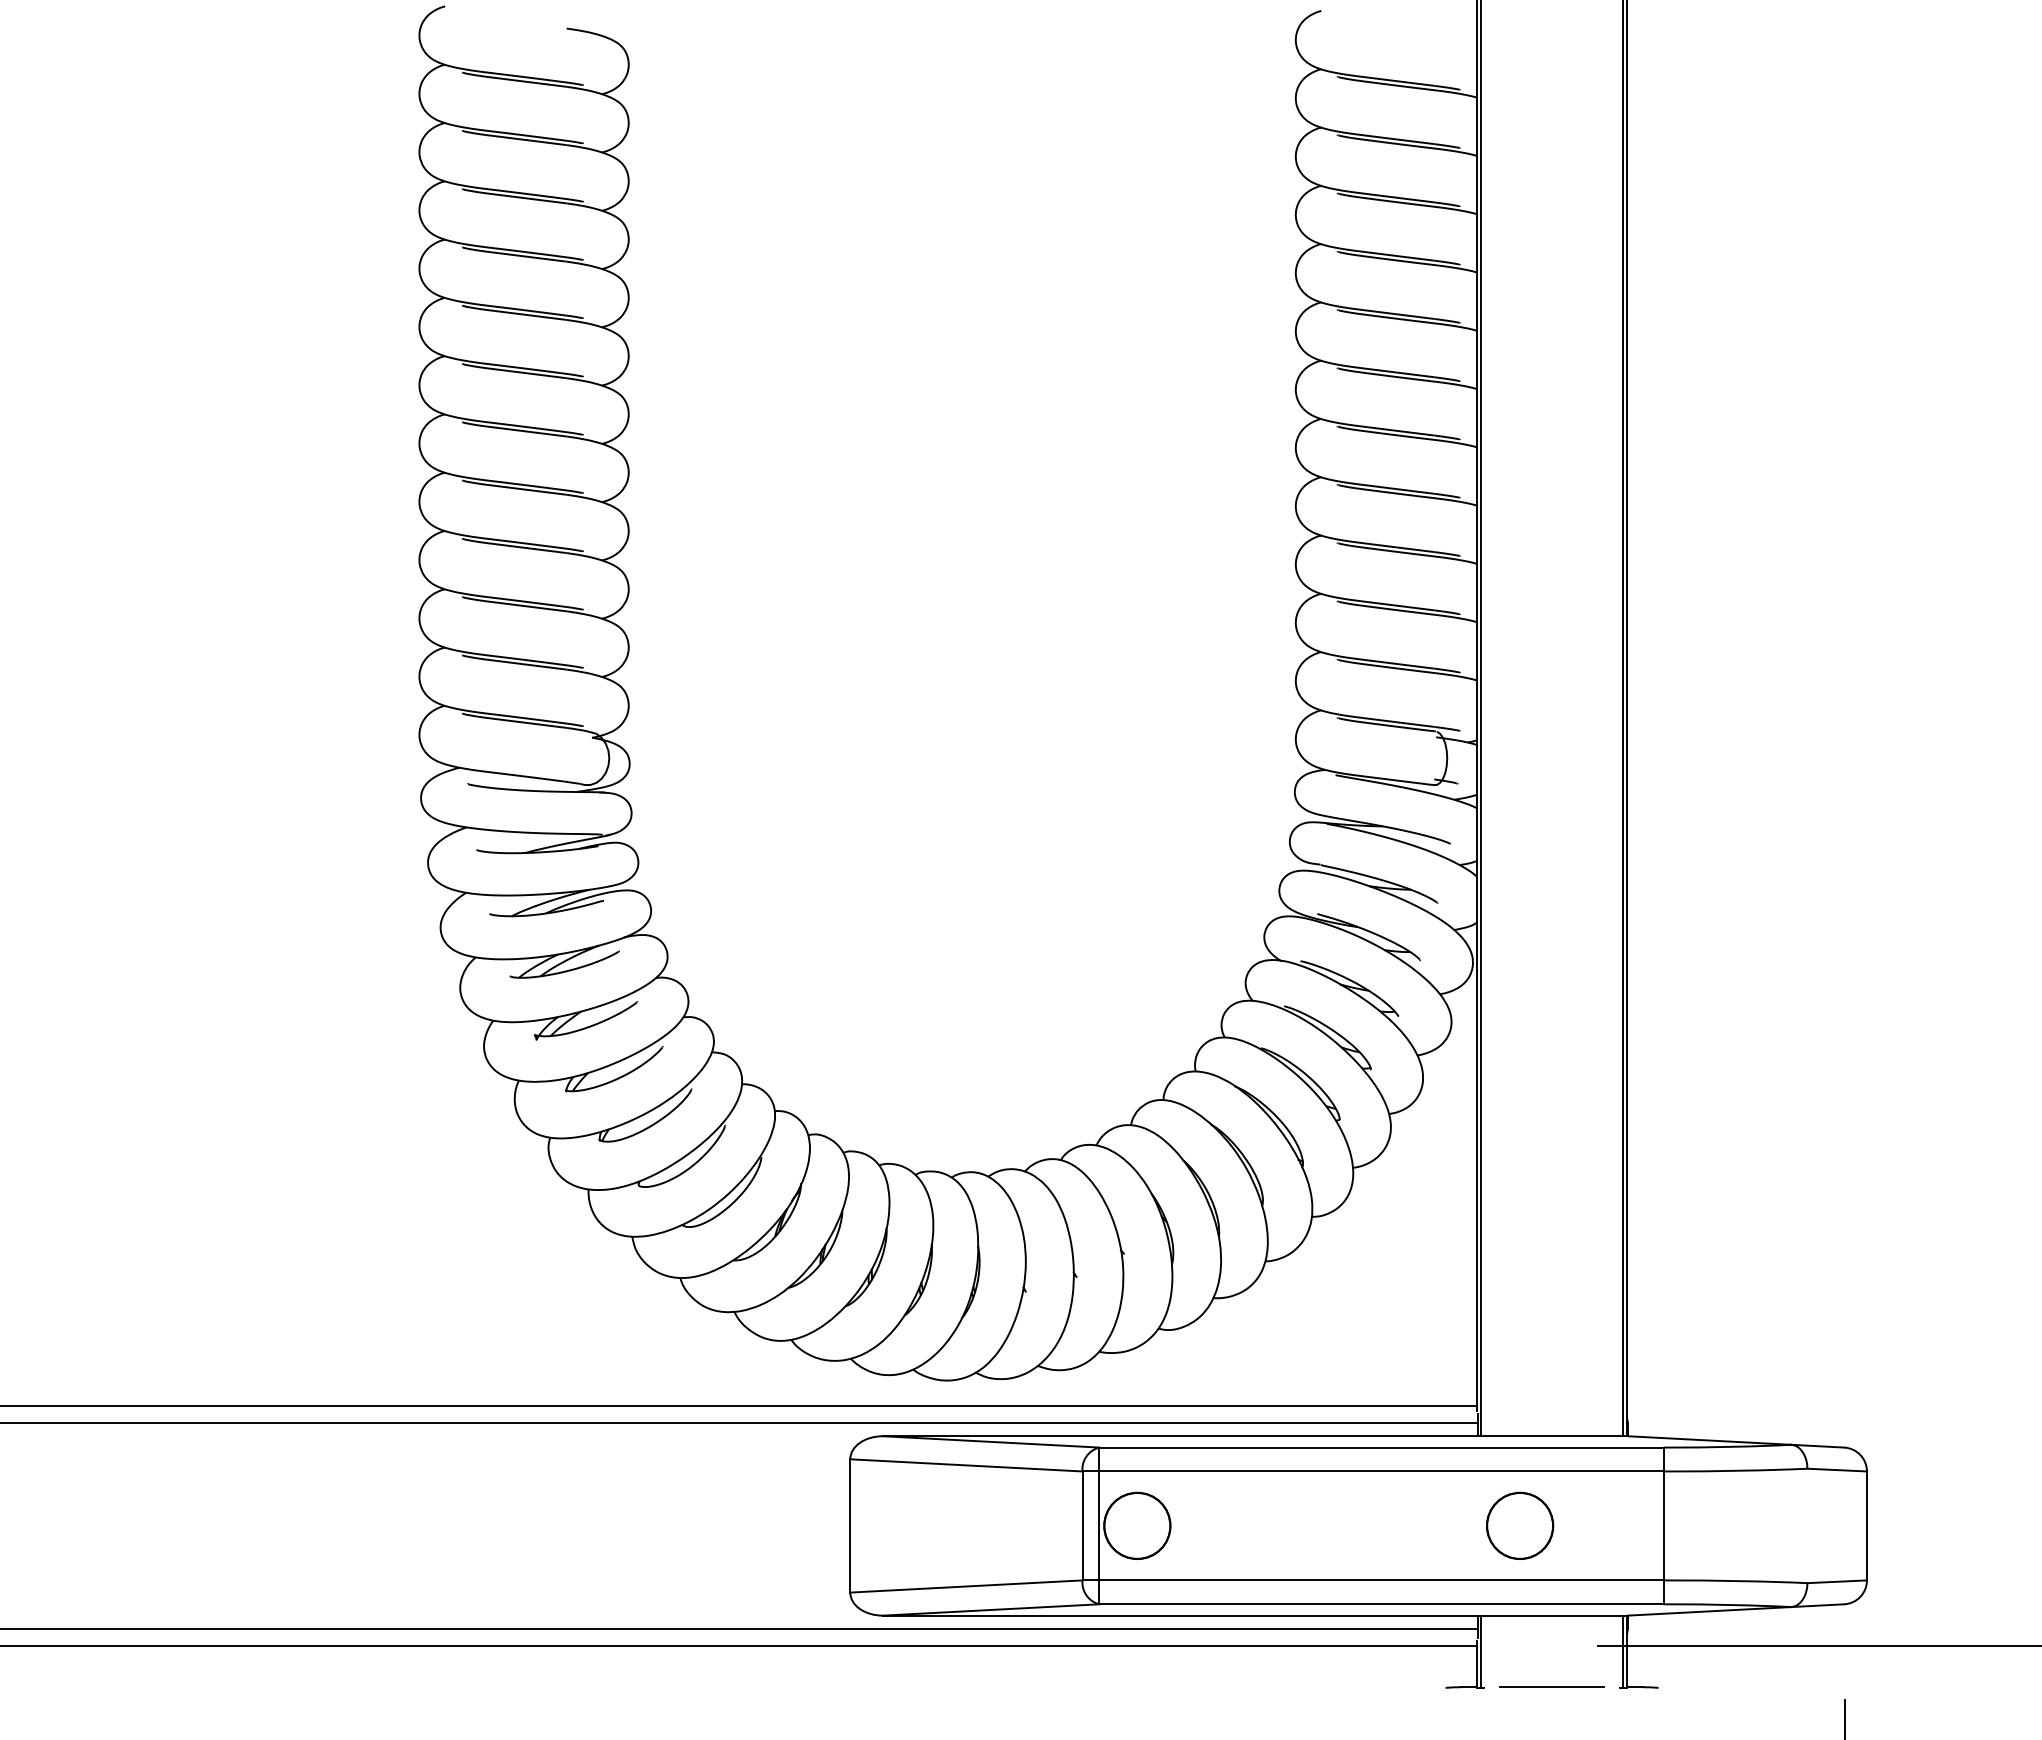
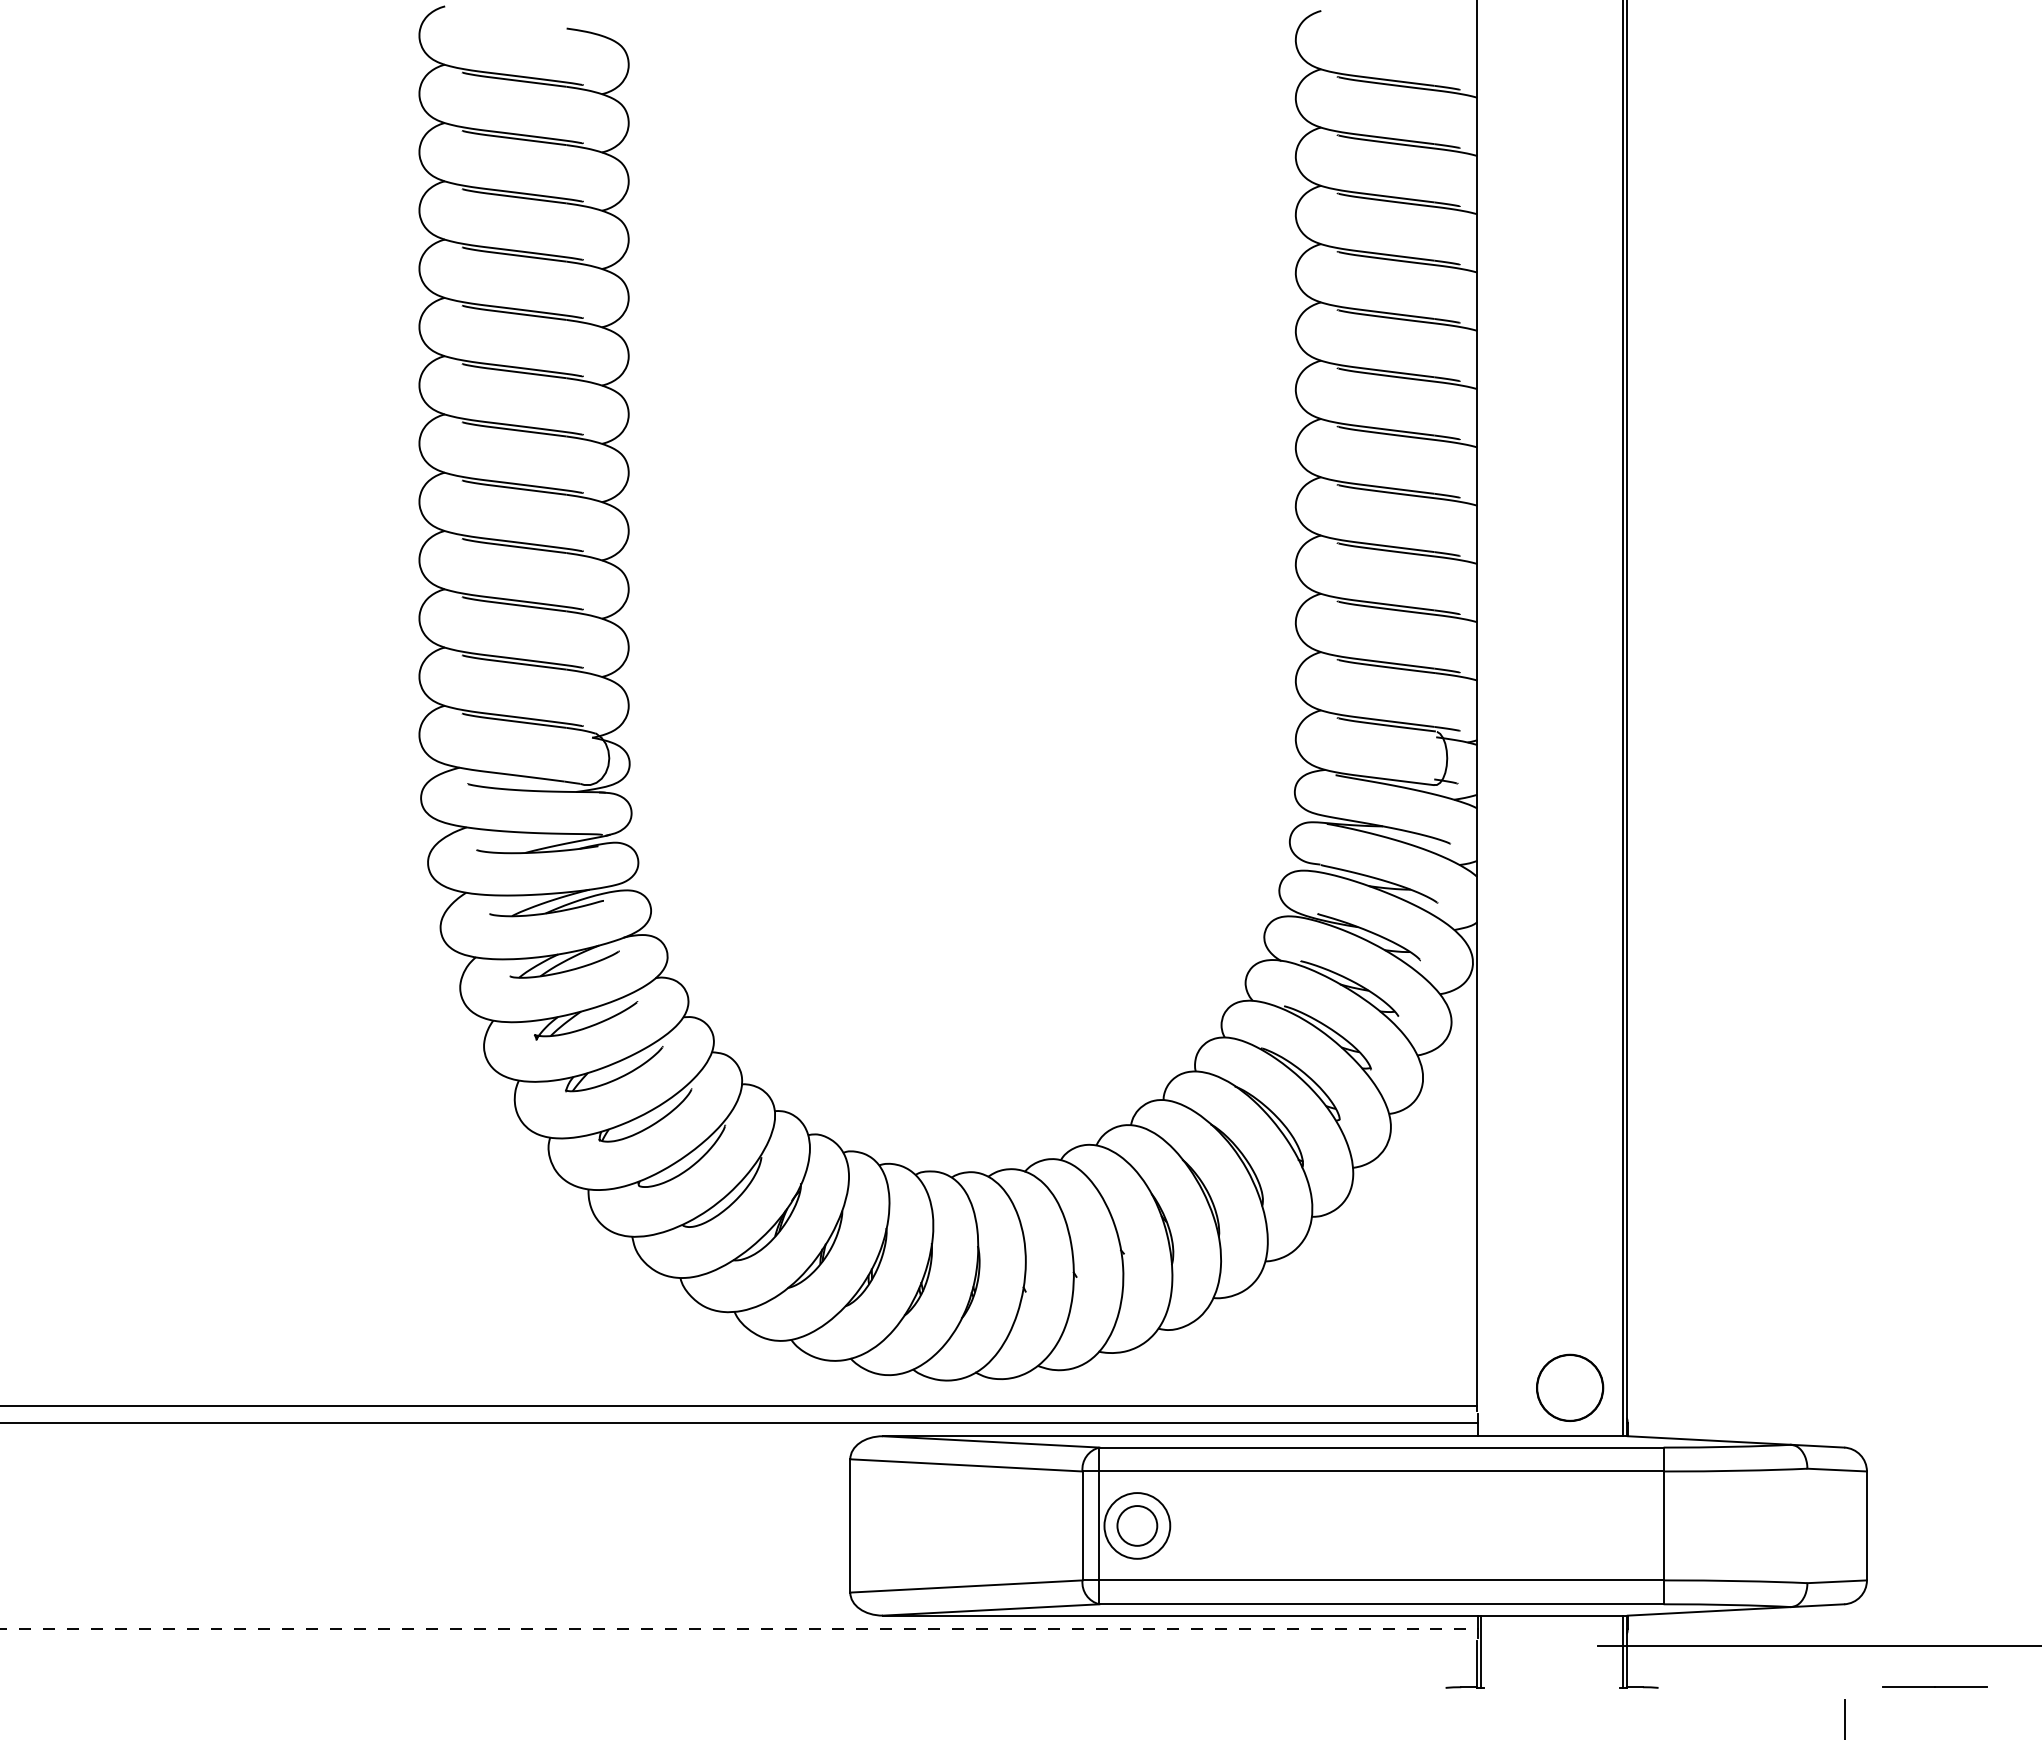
line at (1480, 719): present -> none
circle at (1137, 1525) diameter: 66 px -> 40 px
circle at (1520, 1525) position: (1520, 1525) -> (1570, 1387)
line at (739, 1628): solid -> dashed
line at (739, 1645): present -> none
line at (1551, 1686) position: (1551, 1686) -> (1934, 1686)
